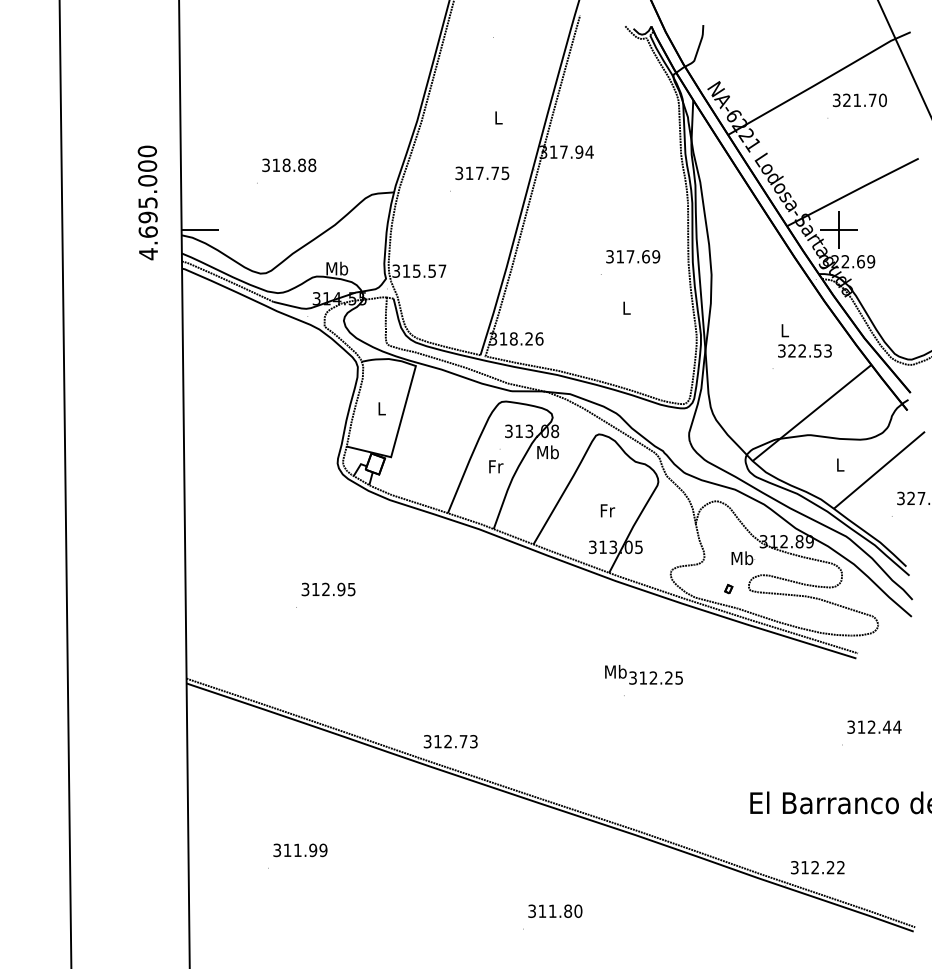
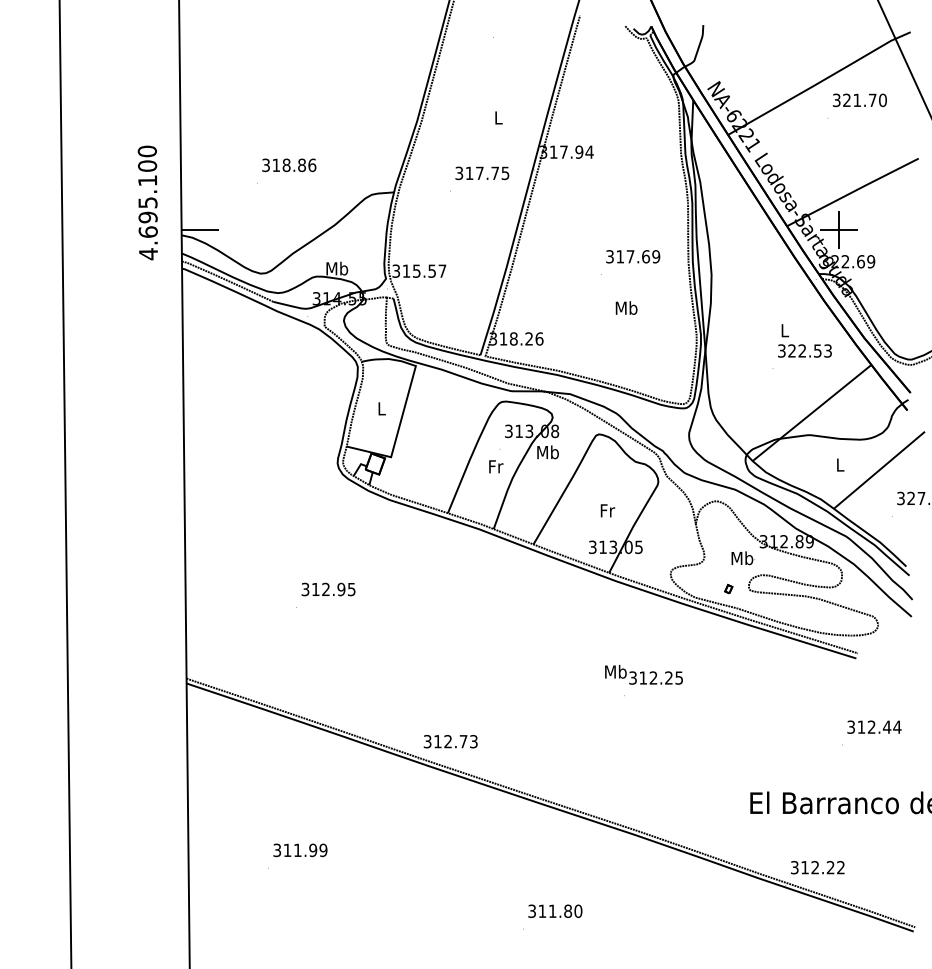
text at (312, 164): 318.88 -> 318.86
text at (147, 180): 4.695.000 -> 4.695.100
text at (626, 307): L -> Mb
